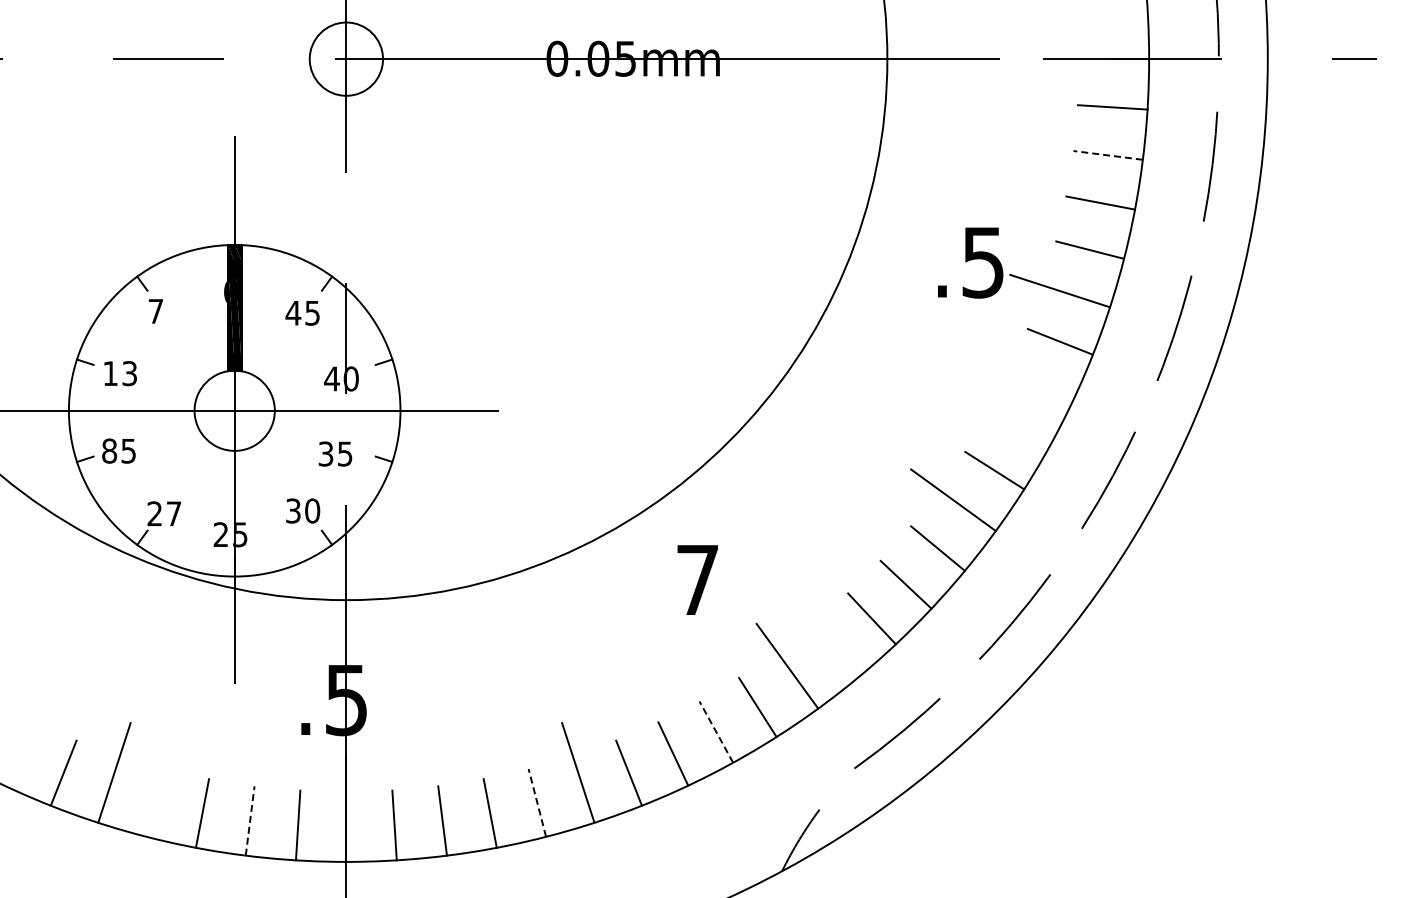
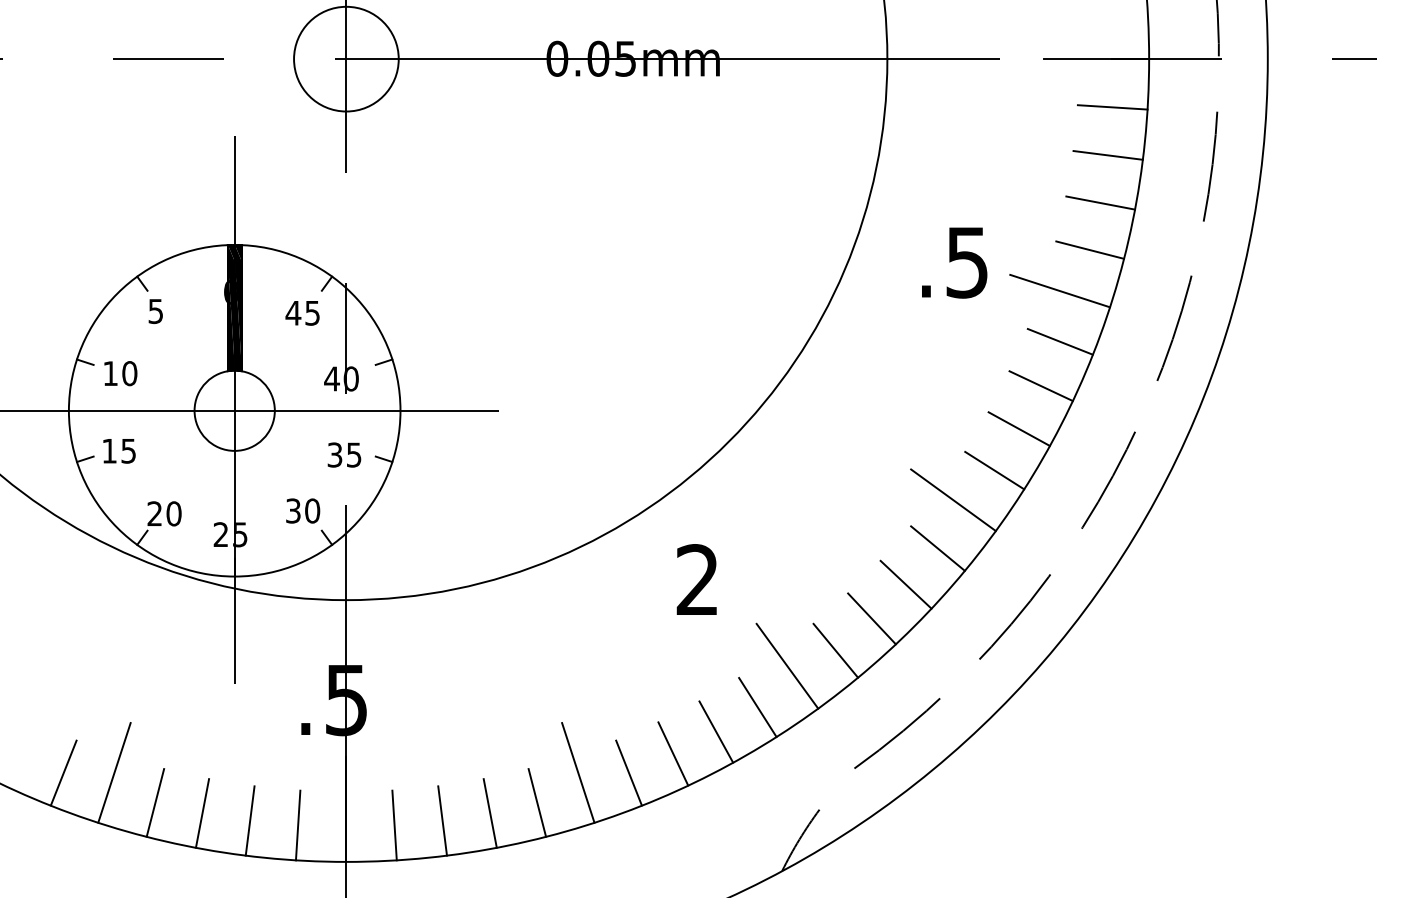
circle at (346, 58) diameter: 73 px -> 105 px
line at (1108, 155): dashed -> solid
text at (970, 262) position: (970, 262) -> (954, 262)
text at (155, 311): 7 -> 5
text at (129, 373): 13 -> 10
line at (1040, 385): none -> present
line at (1018, 428): none -> present
text at (109, 450): 85 -> 15
text at (335, 453) position: (335, 453) -> (344, 454)
text at (173, 513): 27 -> 20
text at (696, 579): 7 -> 2
line at (835, 650): none -> present
line at (716, 732): dashed -> solid
line at (155, 802): none -> present
line at (537, 802): dashed -> solid
line at (250, 820): dashed -> solid
